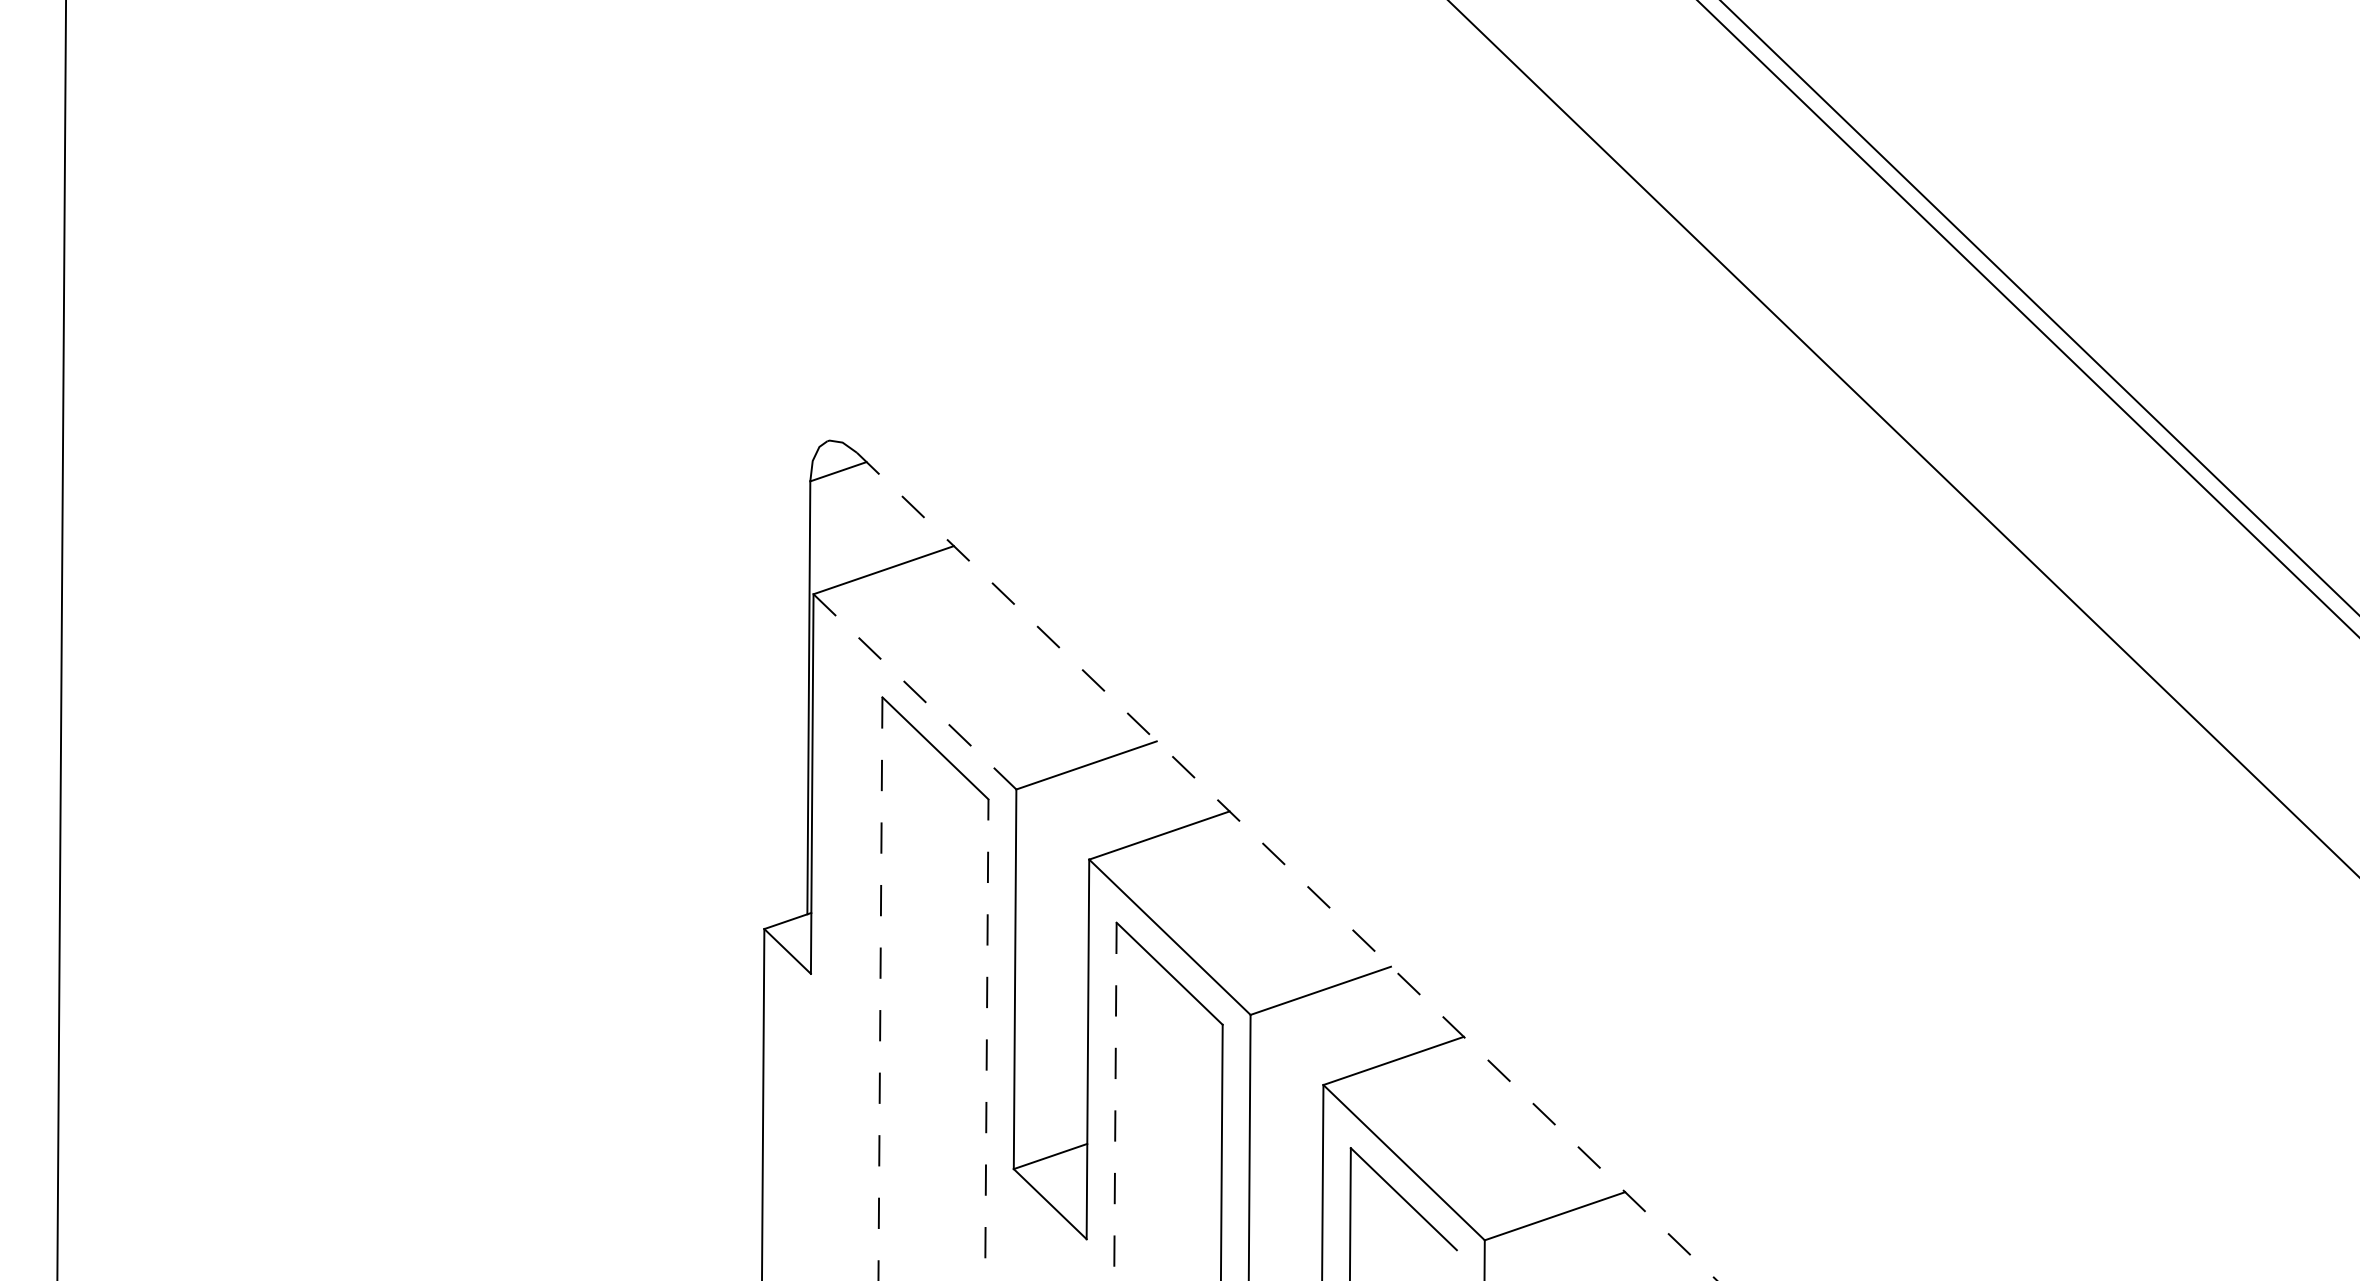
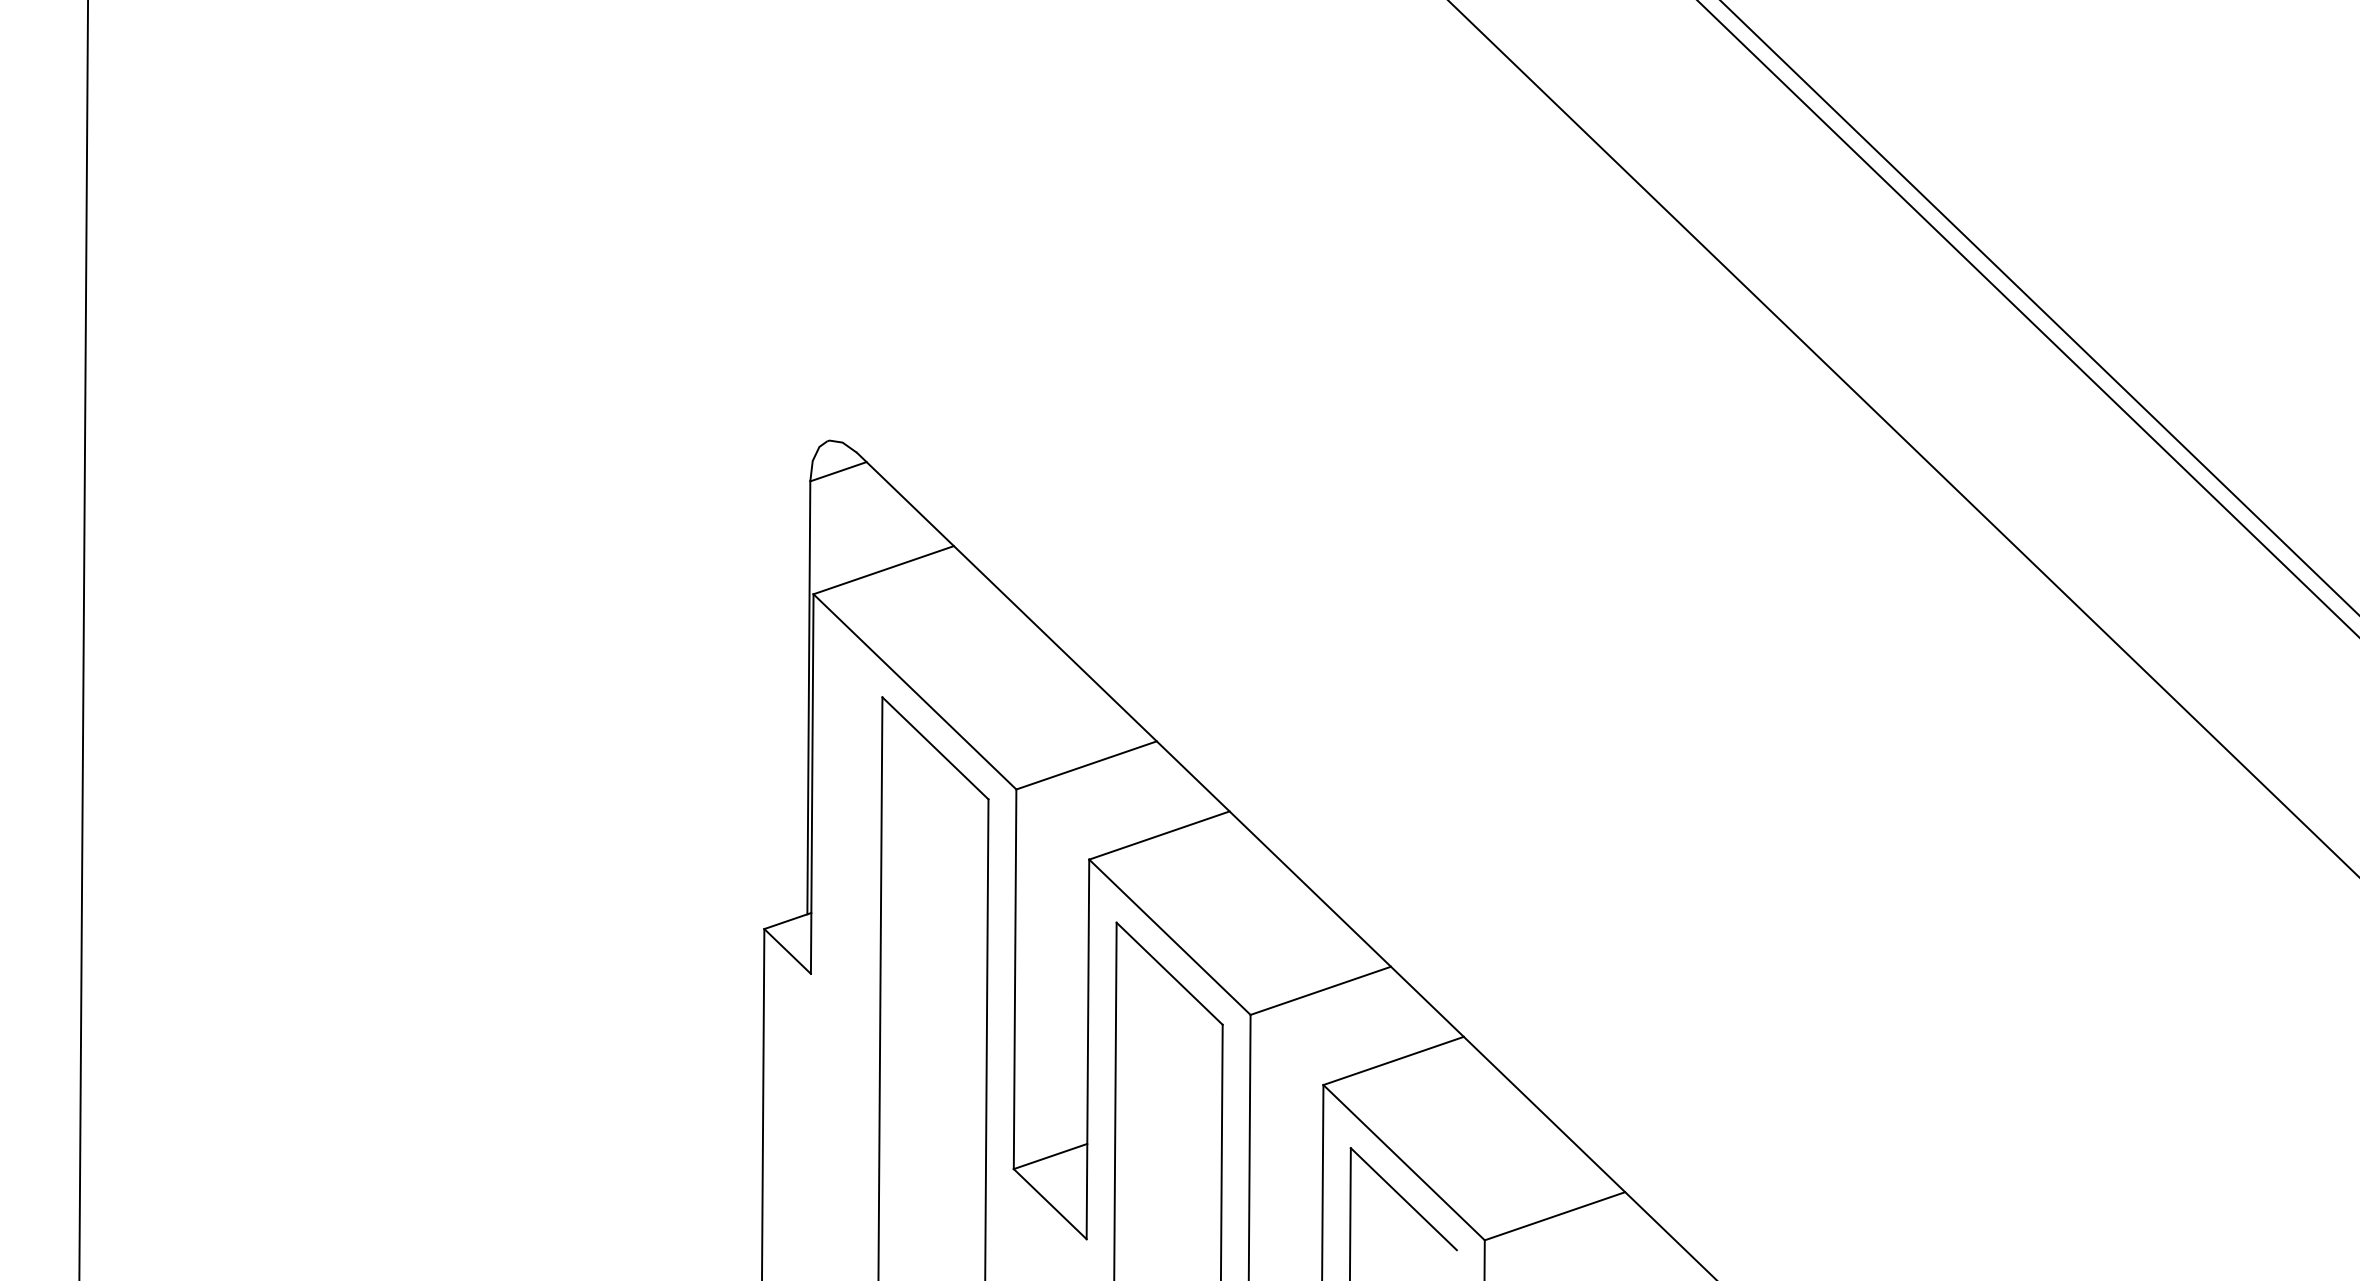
line at (61, 639) position: (61, 639) -> (83, 639)
line at (914, 691): dashed -> solid
line at (1286, 866): dashed -> solid
line at (880, 988): dashed -> solid
line at (986, 1039): dashed -> solid
line at (1115, 1101): dashed -> solid
